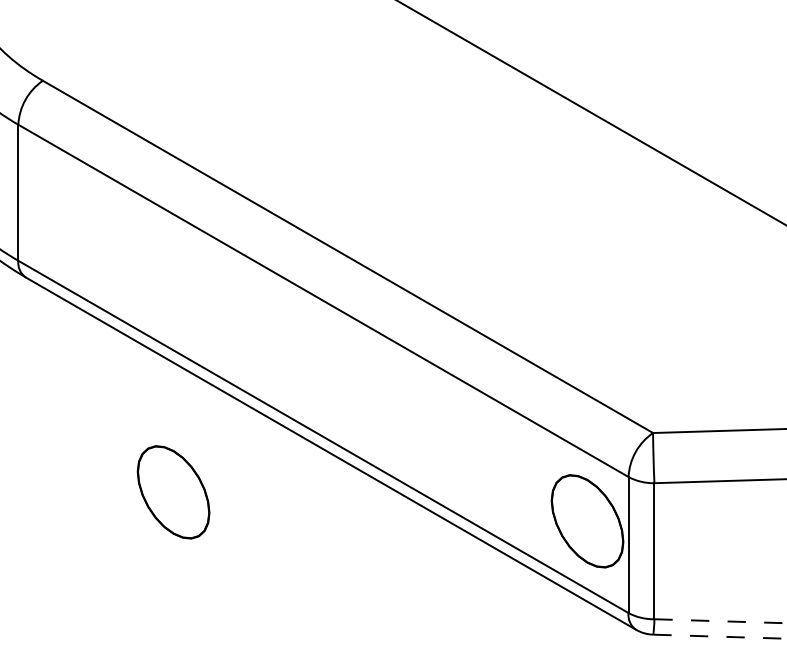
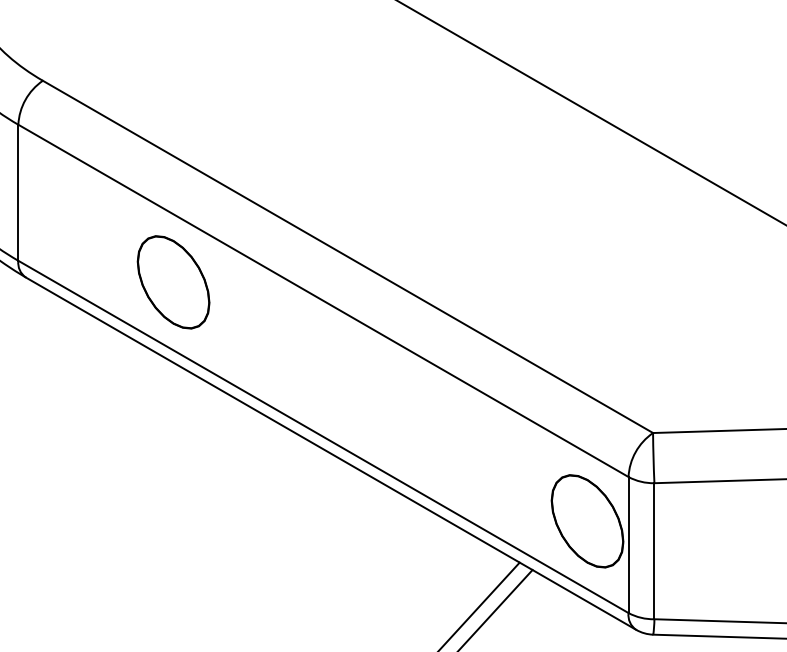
part at (173, 492) position: (173, 492) -> (173, 282)
line at (479, 605): none -> present
line at (496, 609): none -> present
line at (720, 621): dashed -> solid
line at (720, 636): dashed -> solid
